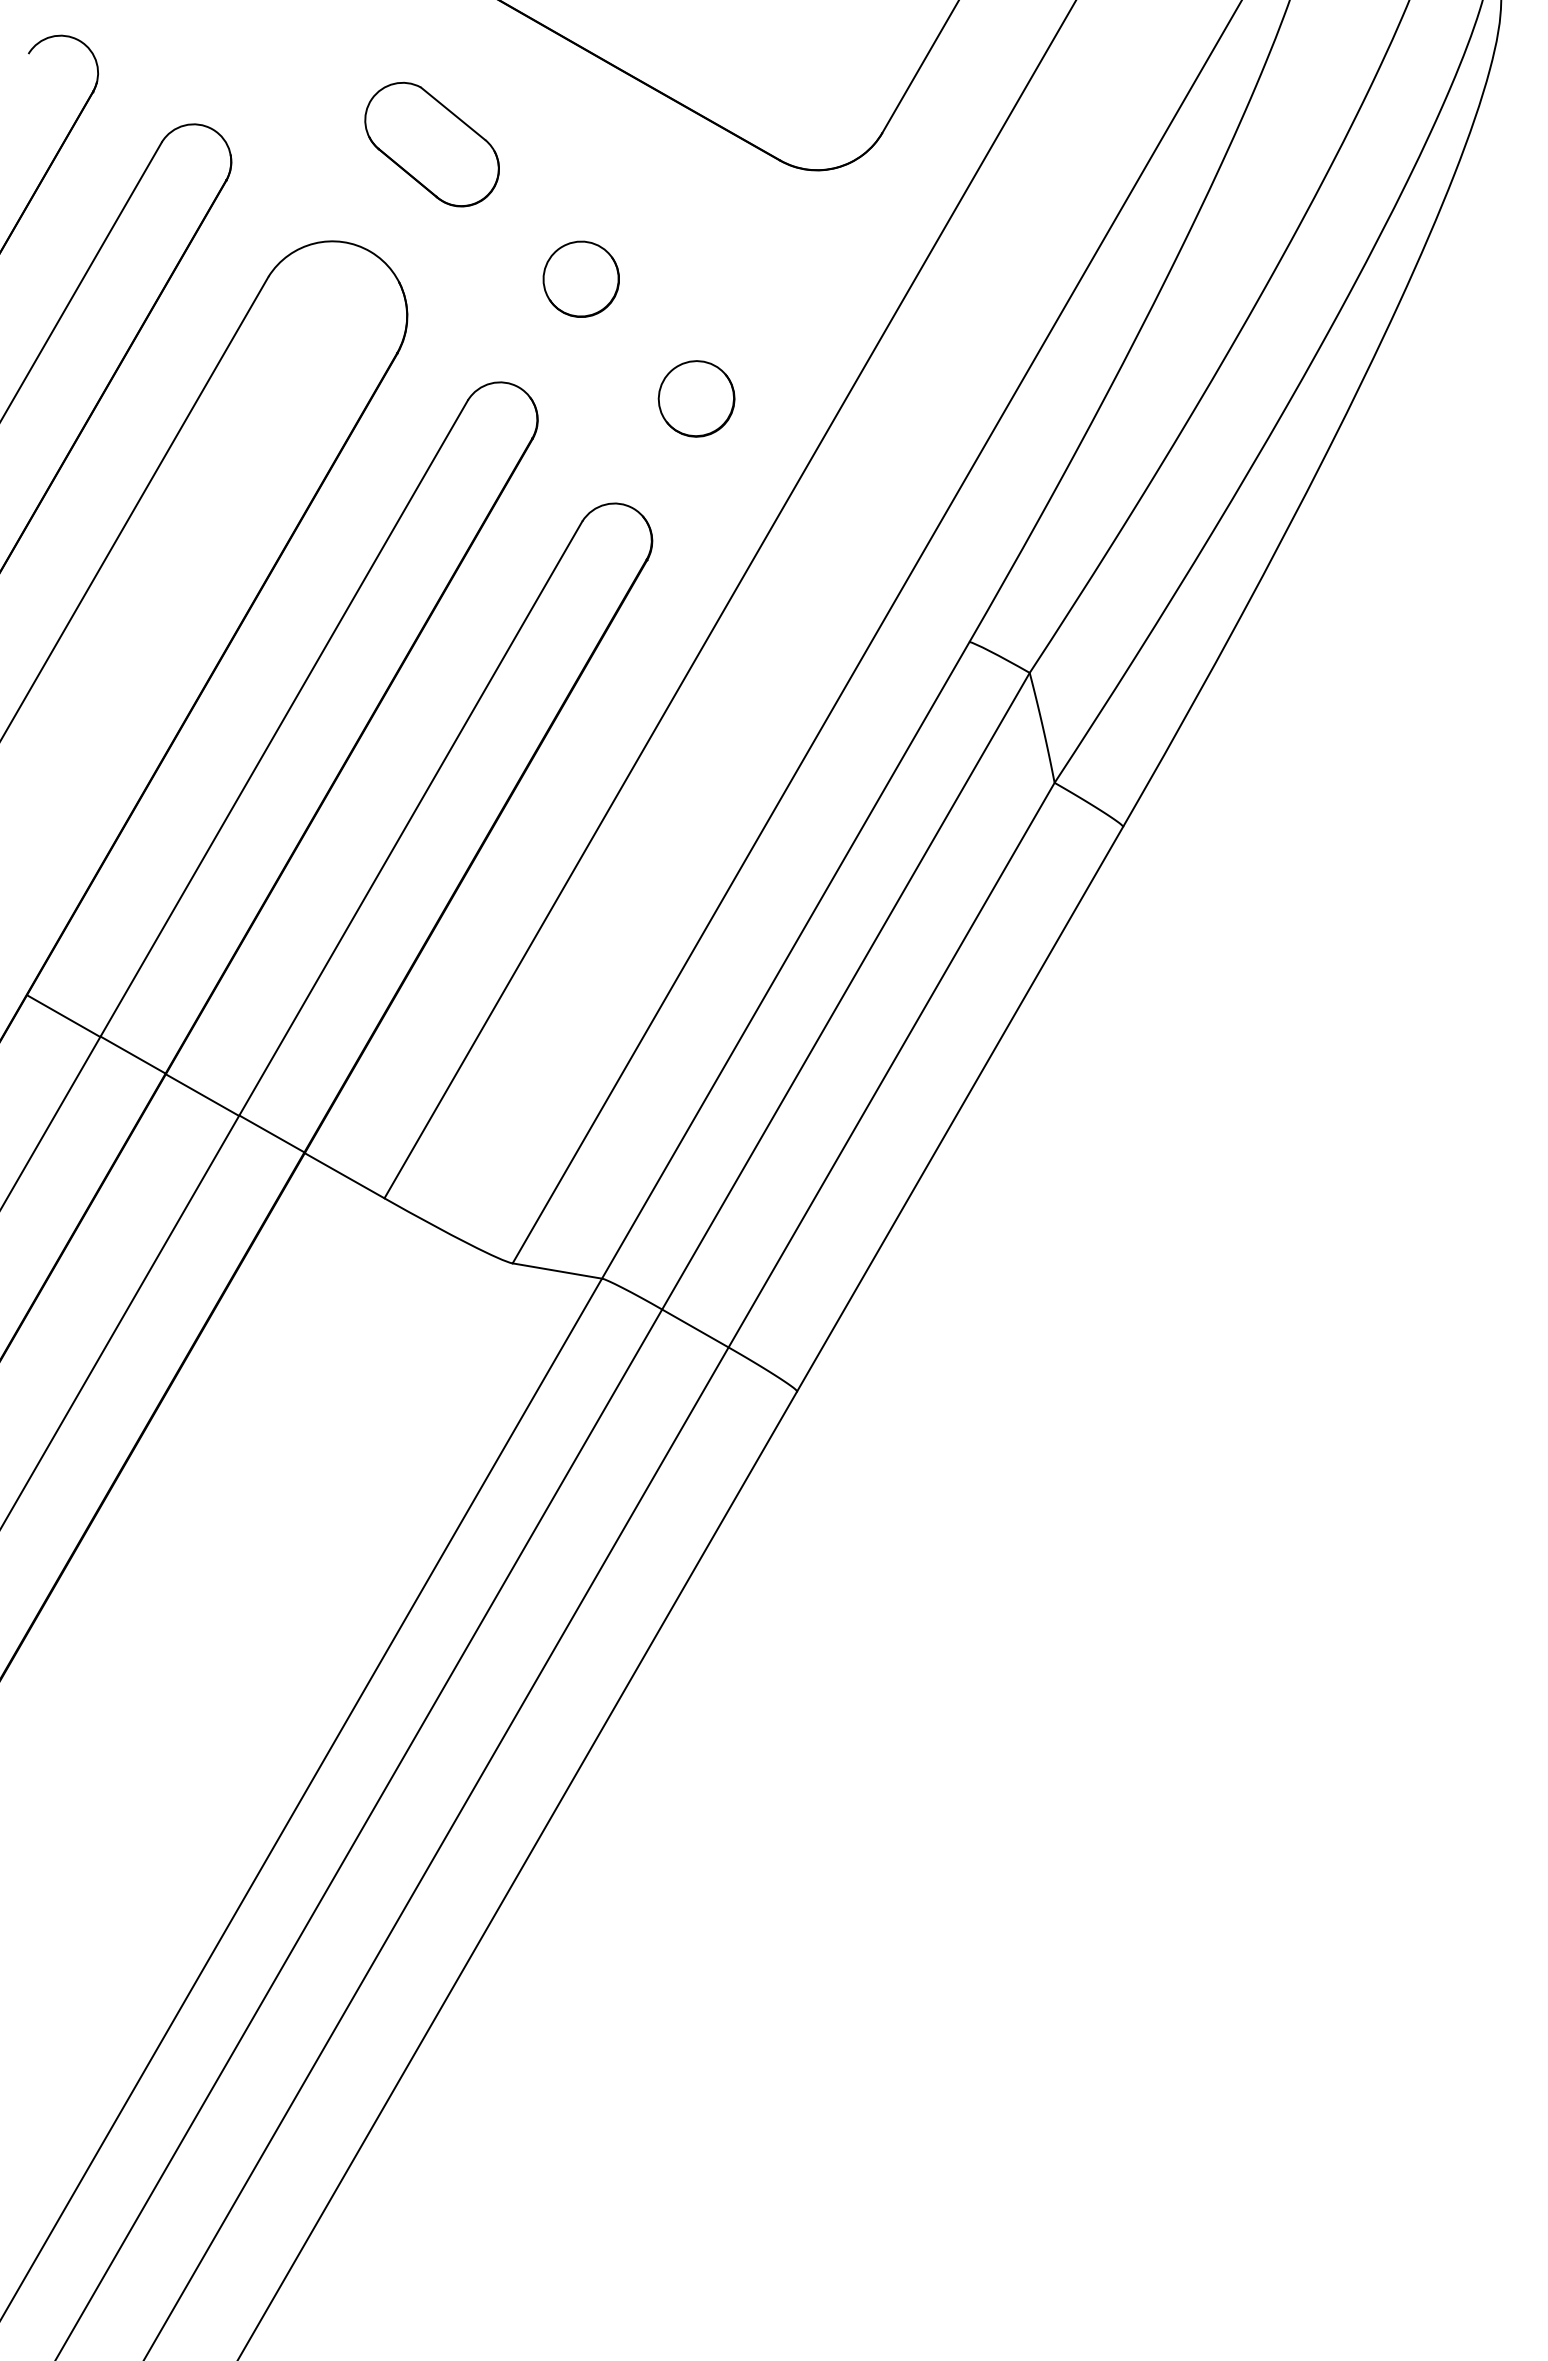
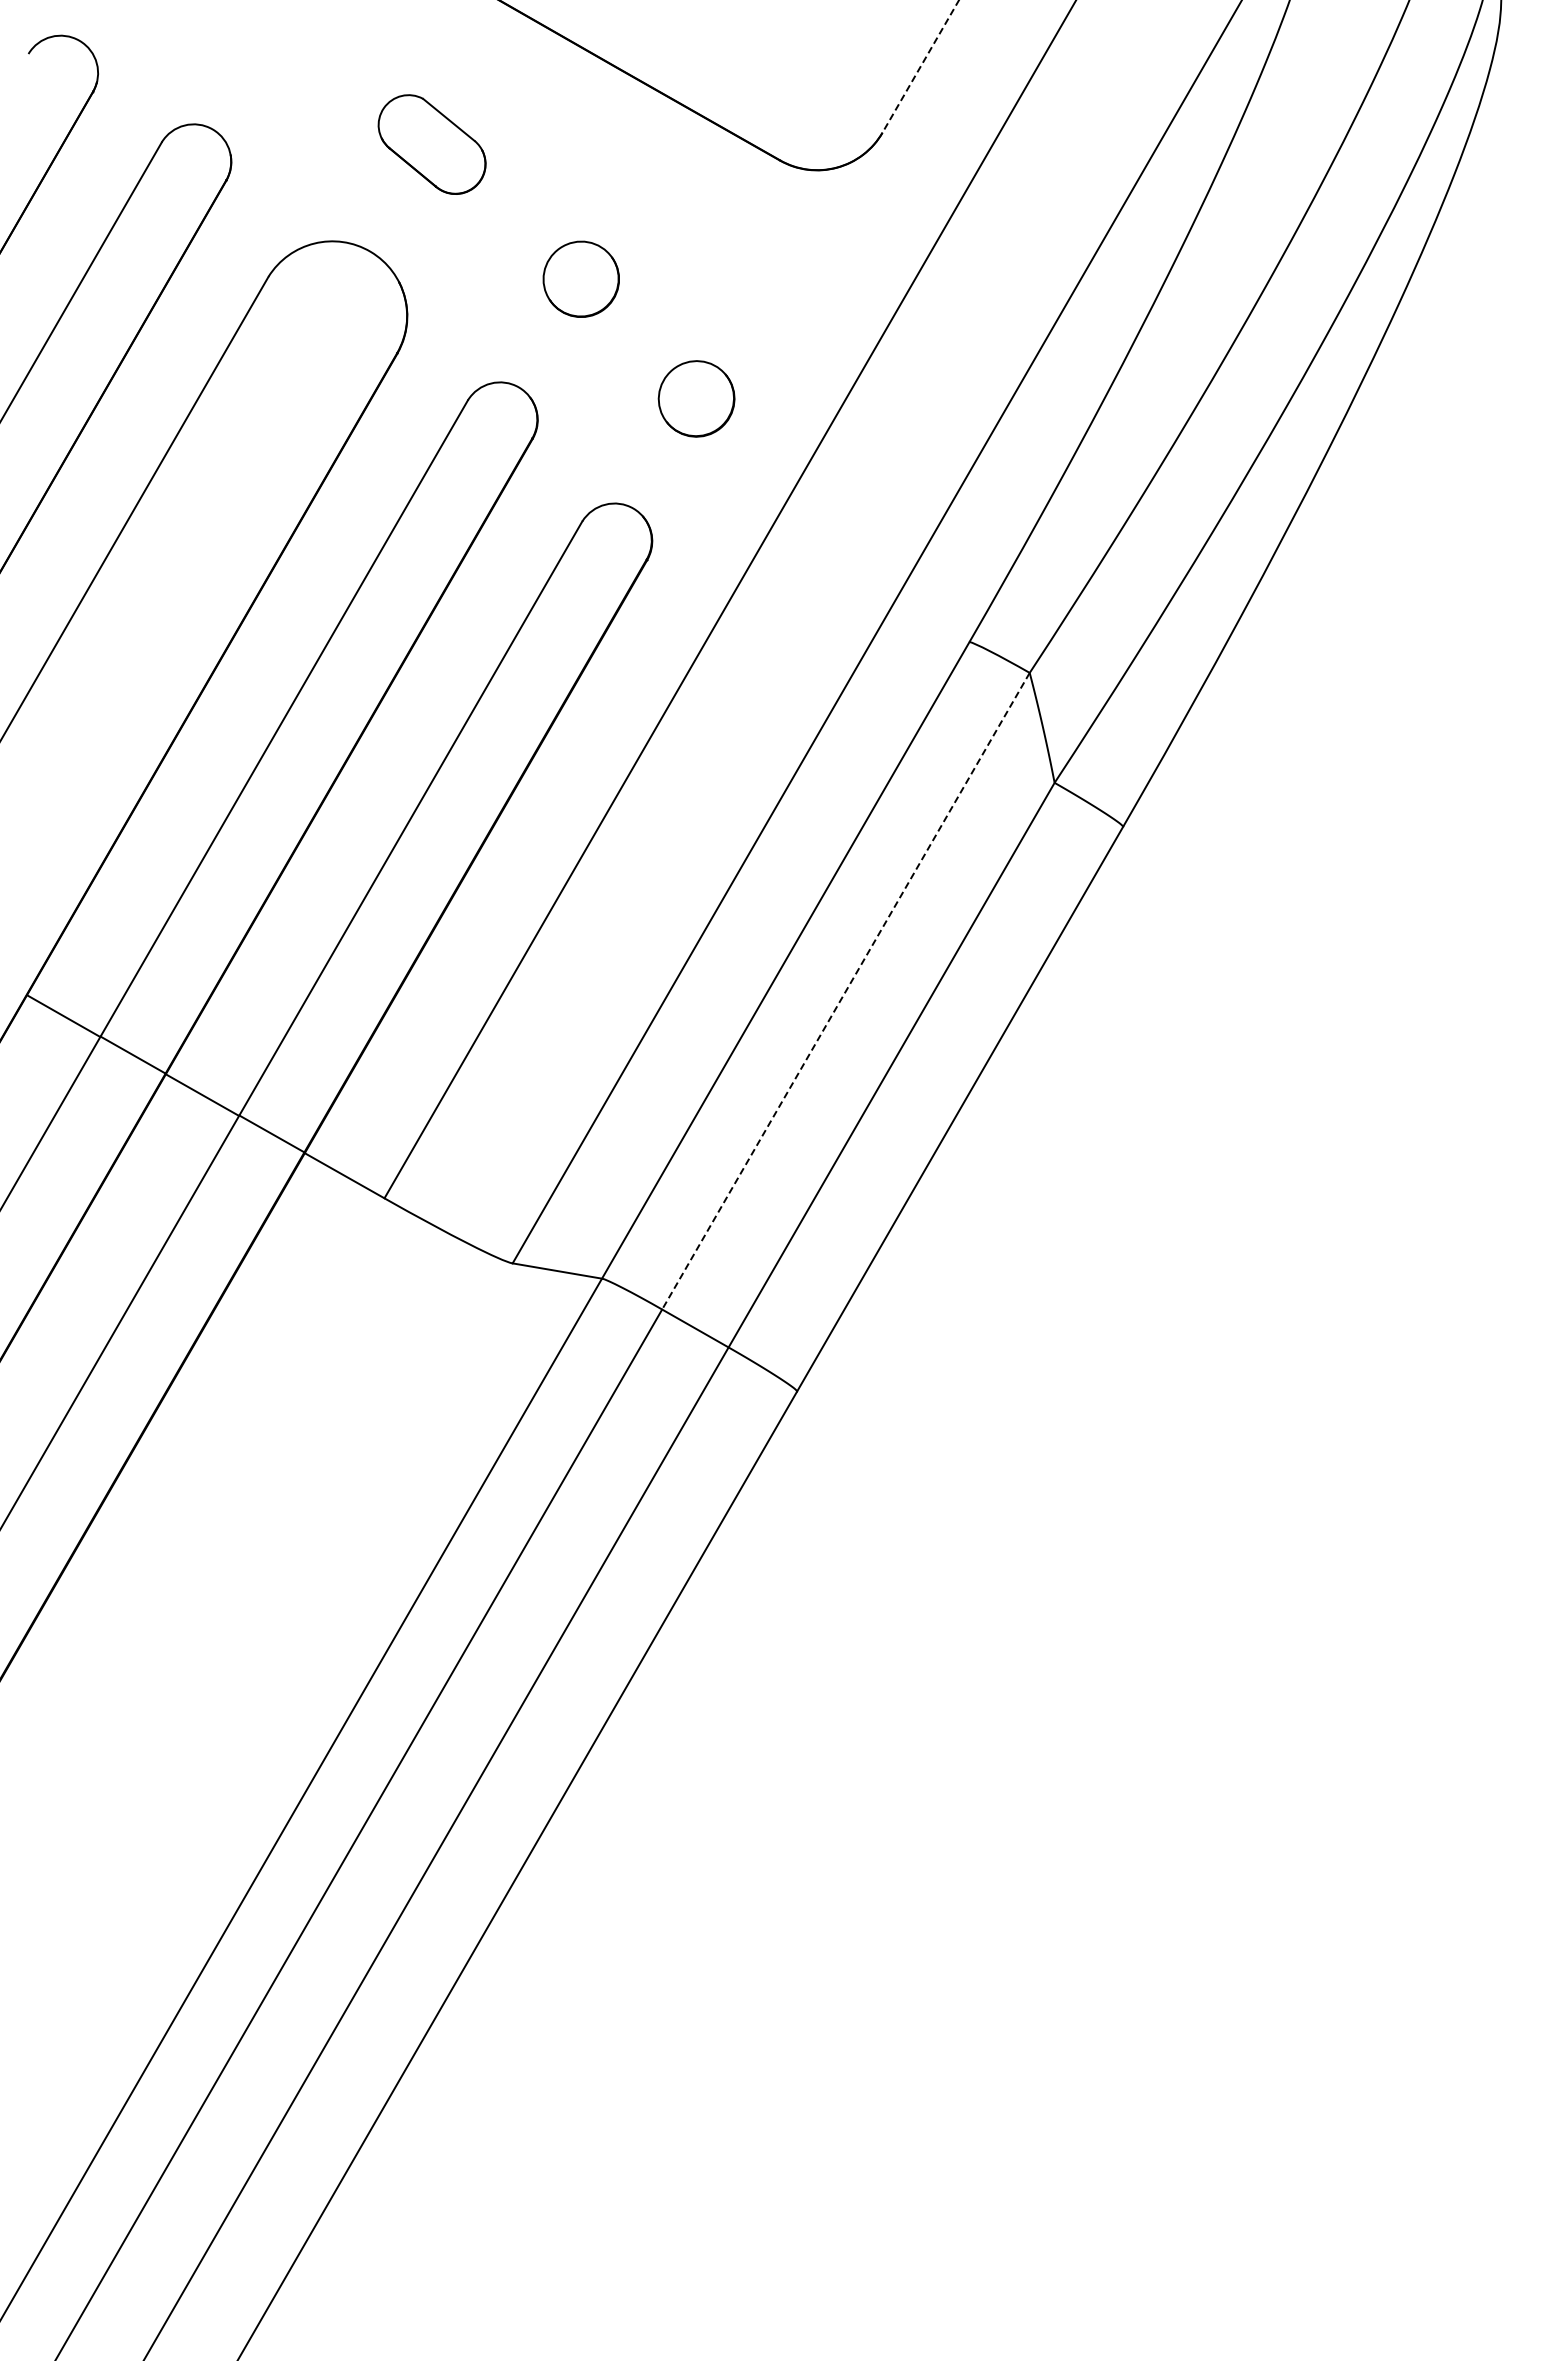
line at (920, 67): solid -> dashed
part at (431, 144) size: 136x127 px -> 110x101 px
line at (845, 991): solid -> dashed
